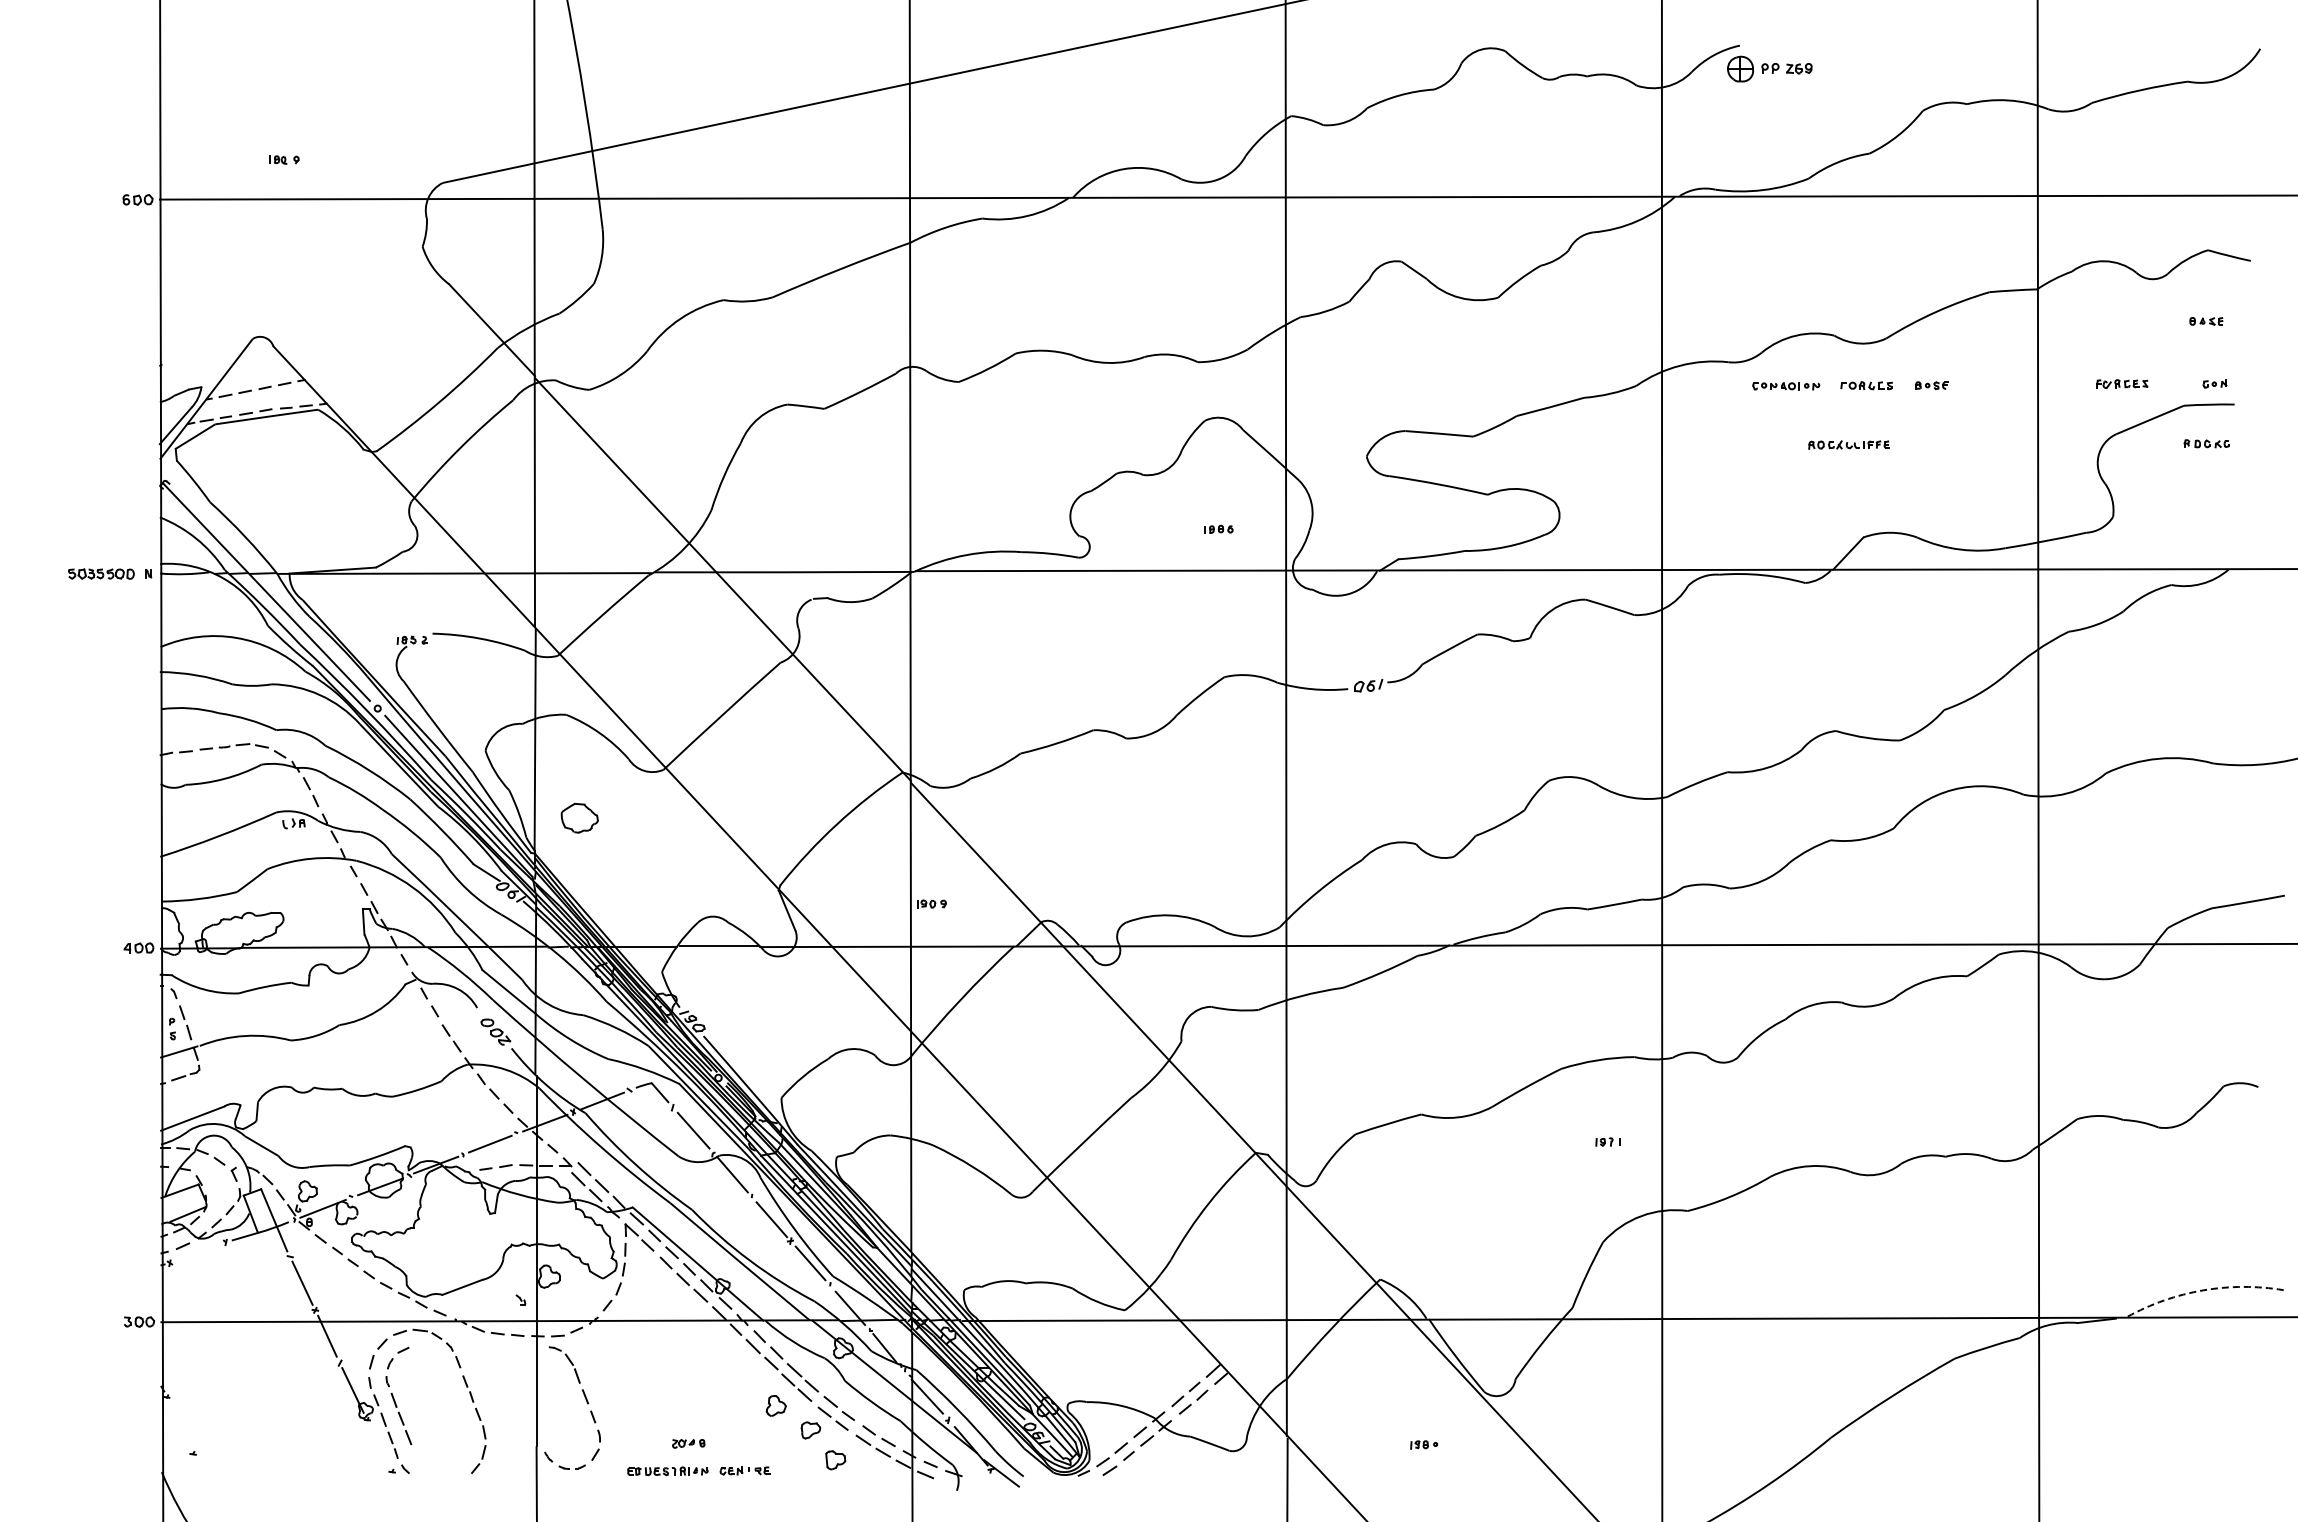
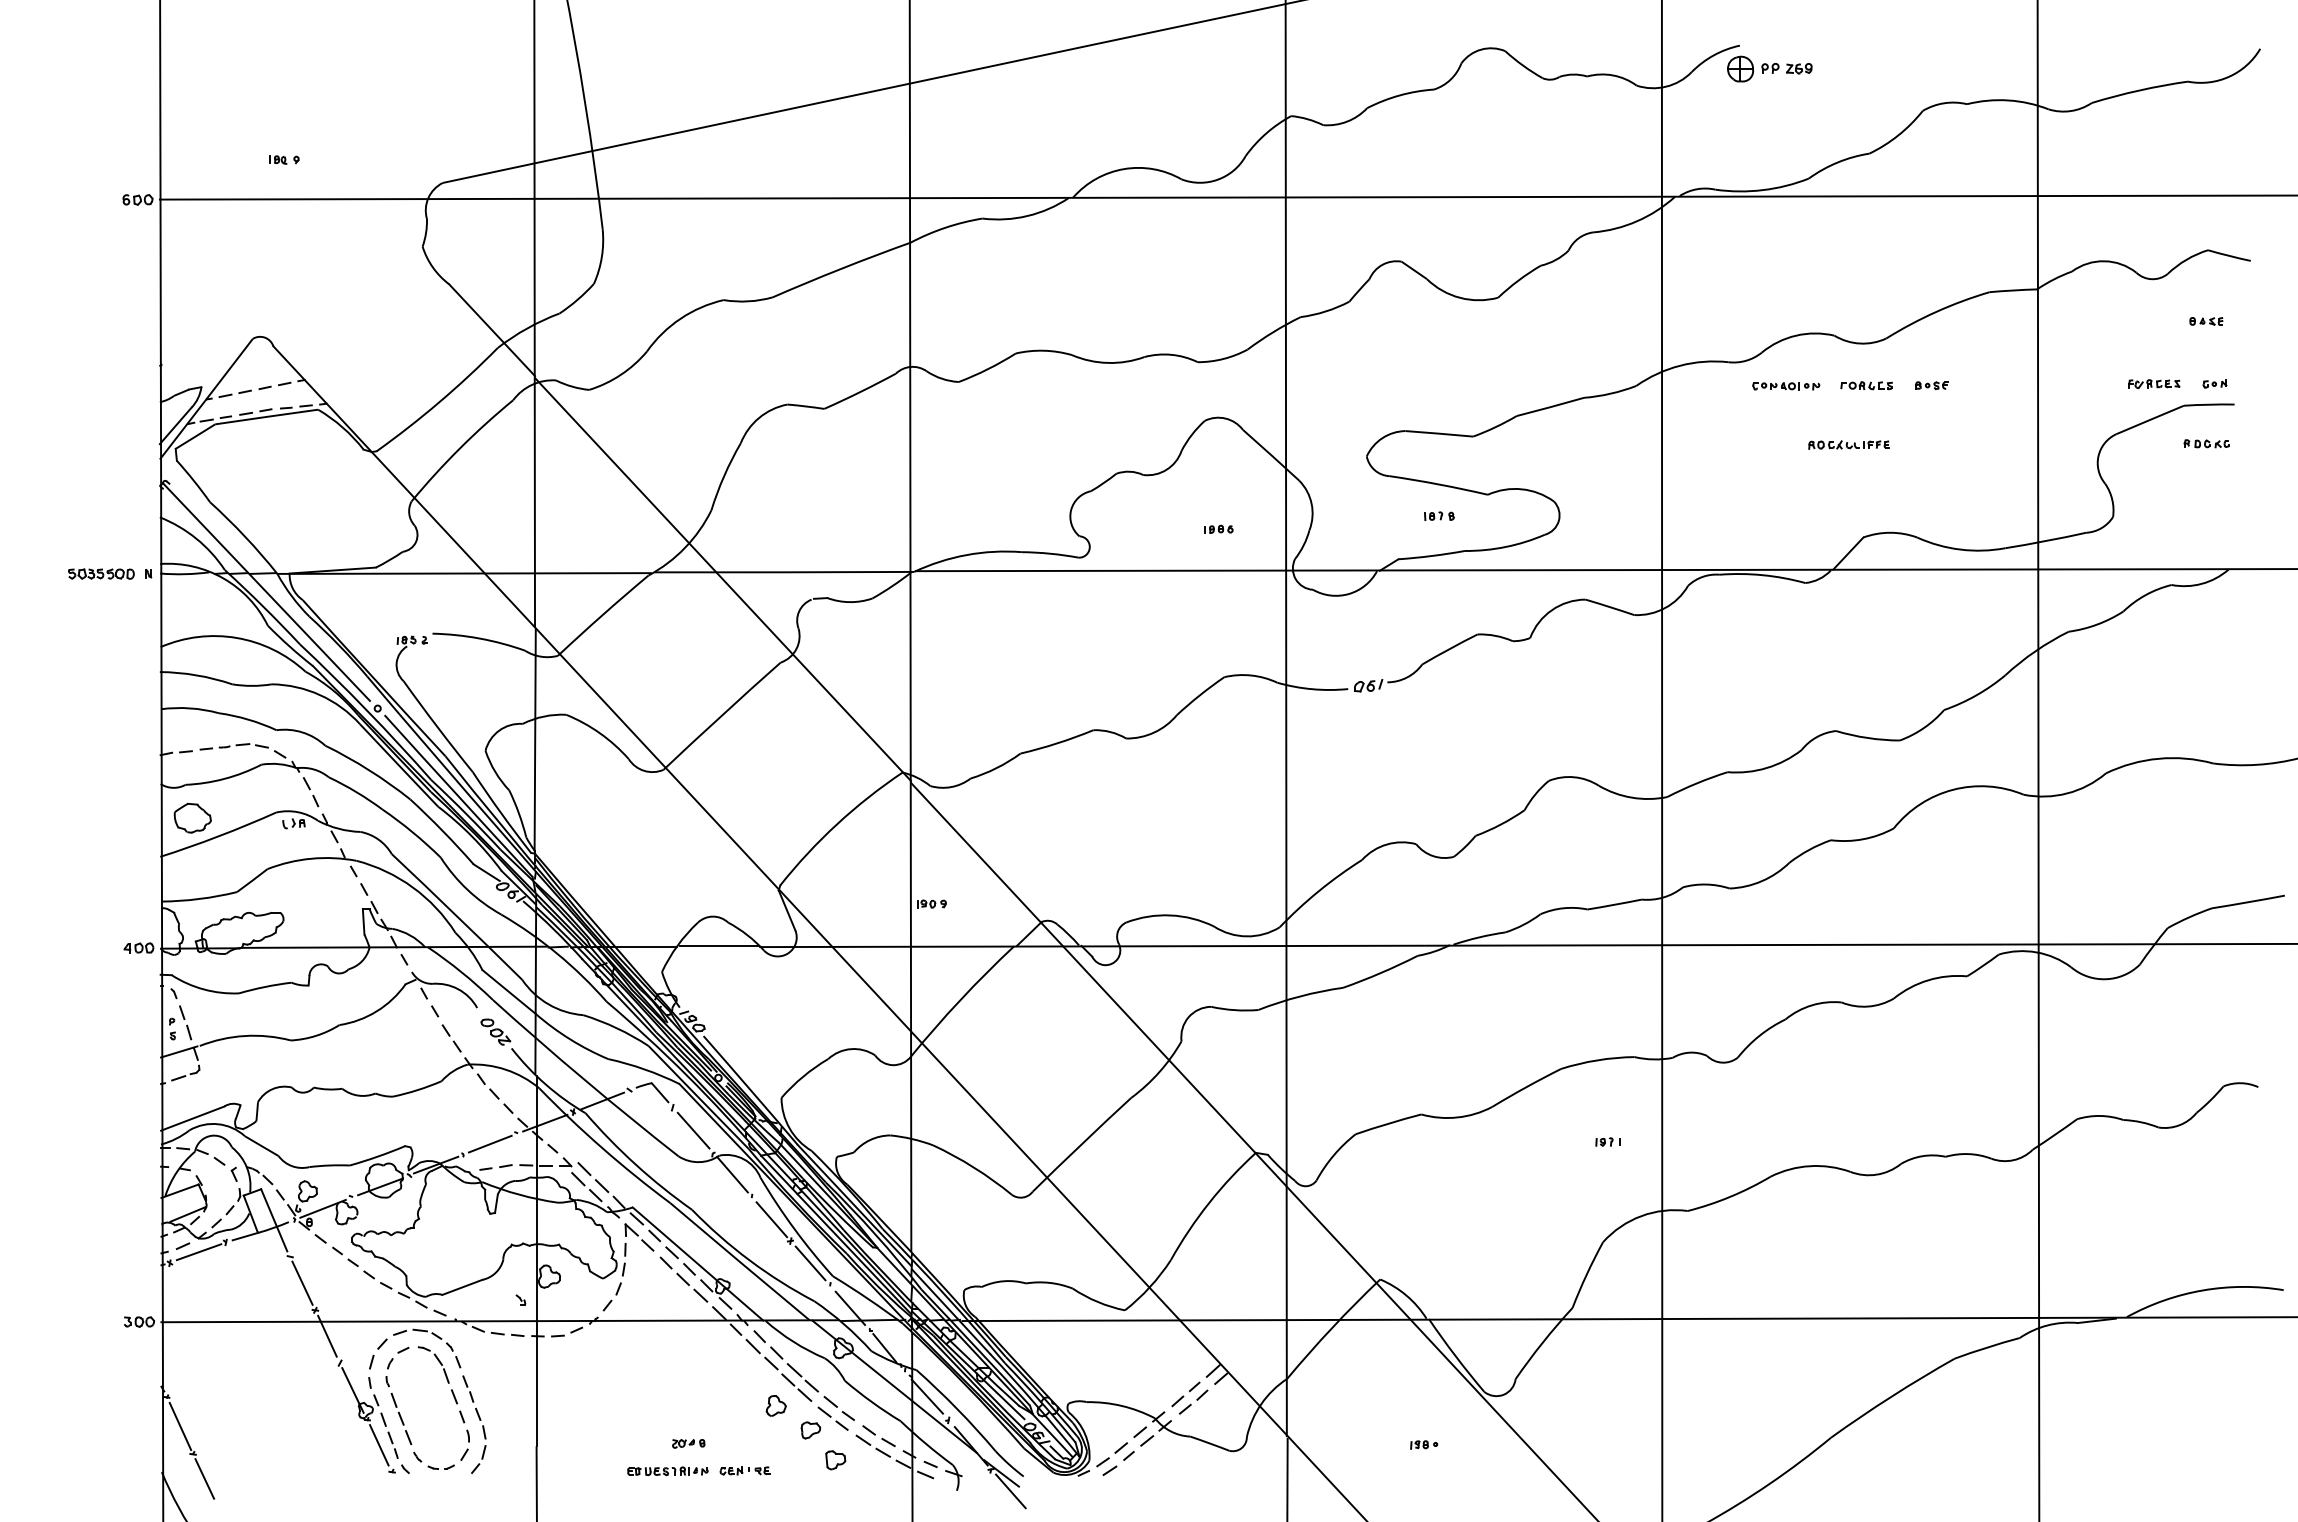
part at (2122, 383) position: (2122, 383) -> (2154, 383)
part at (1439, 515): none -> present
part at (579, 817) position: (579, 817) -> (192, 817)
line at (198, 1252): none -> present
arc at (2203, 1290): dashed -> solid
part at (586, 1402) position: (586, 1402) -> (455, 1402)
line at (180, 1426): none -> present
line at (378, 1445): none -> present
line at (204, 1478): none -> present
line at (1010, 1491): none -> present
